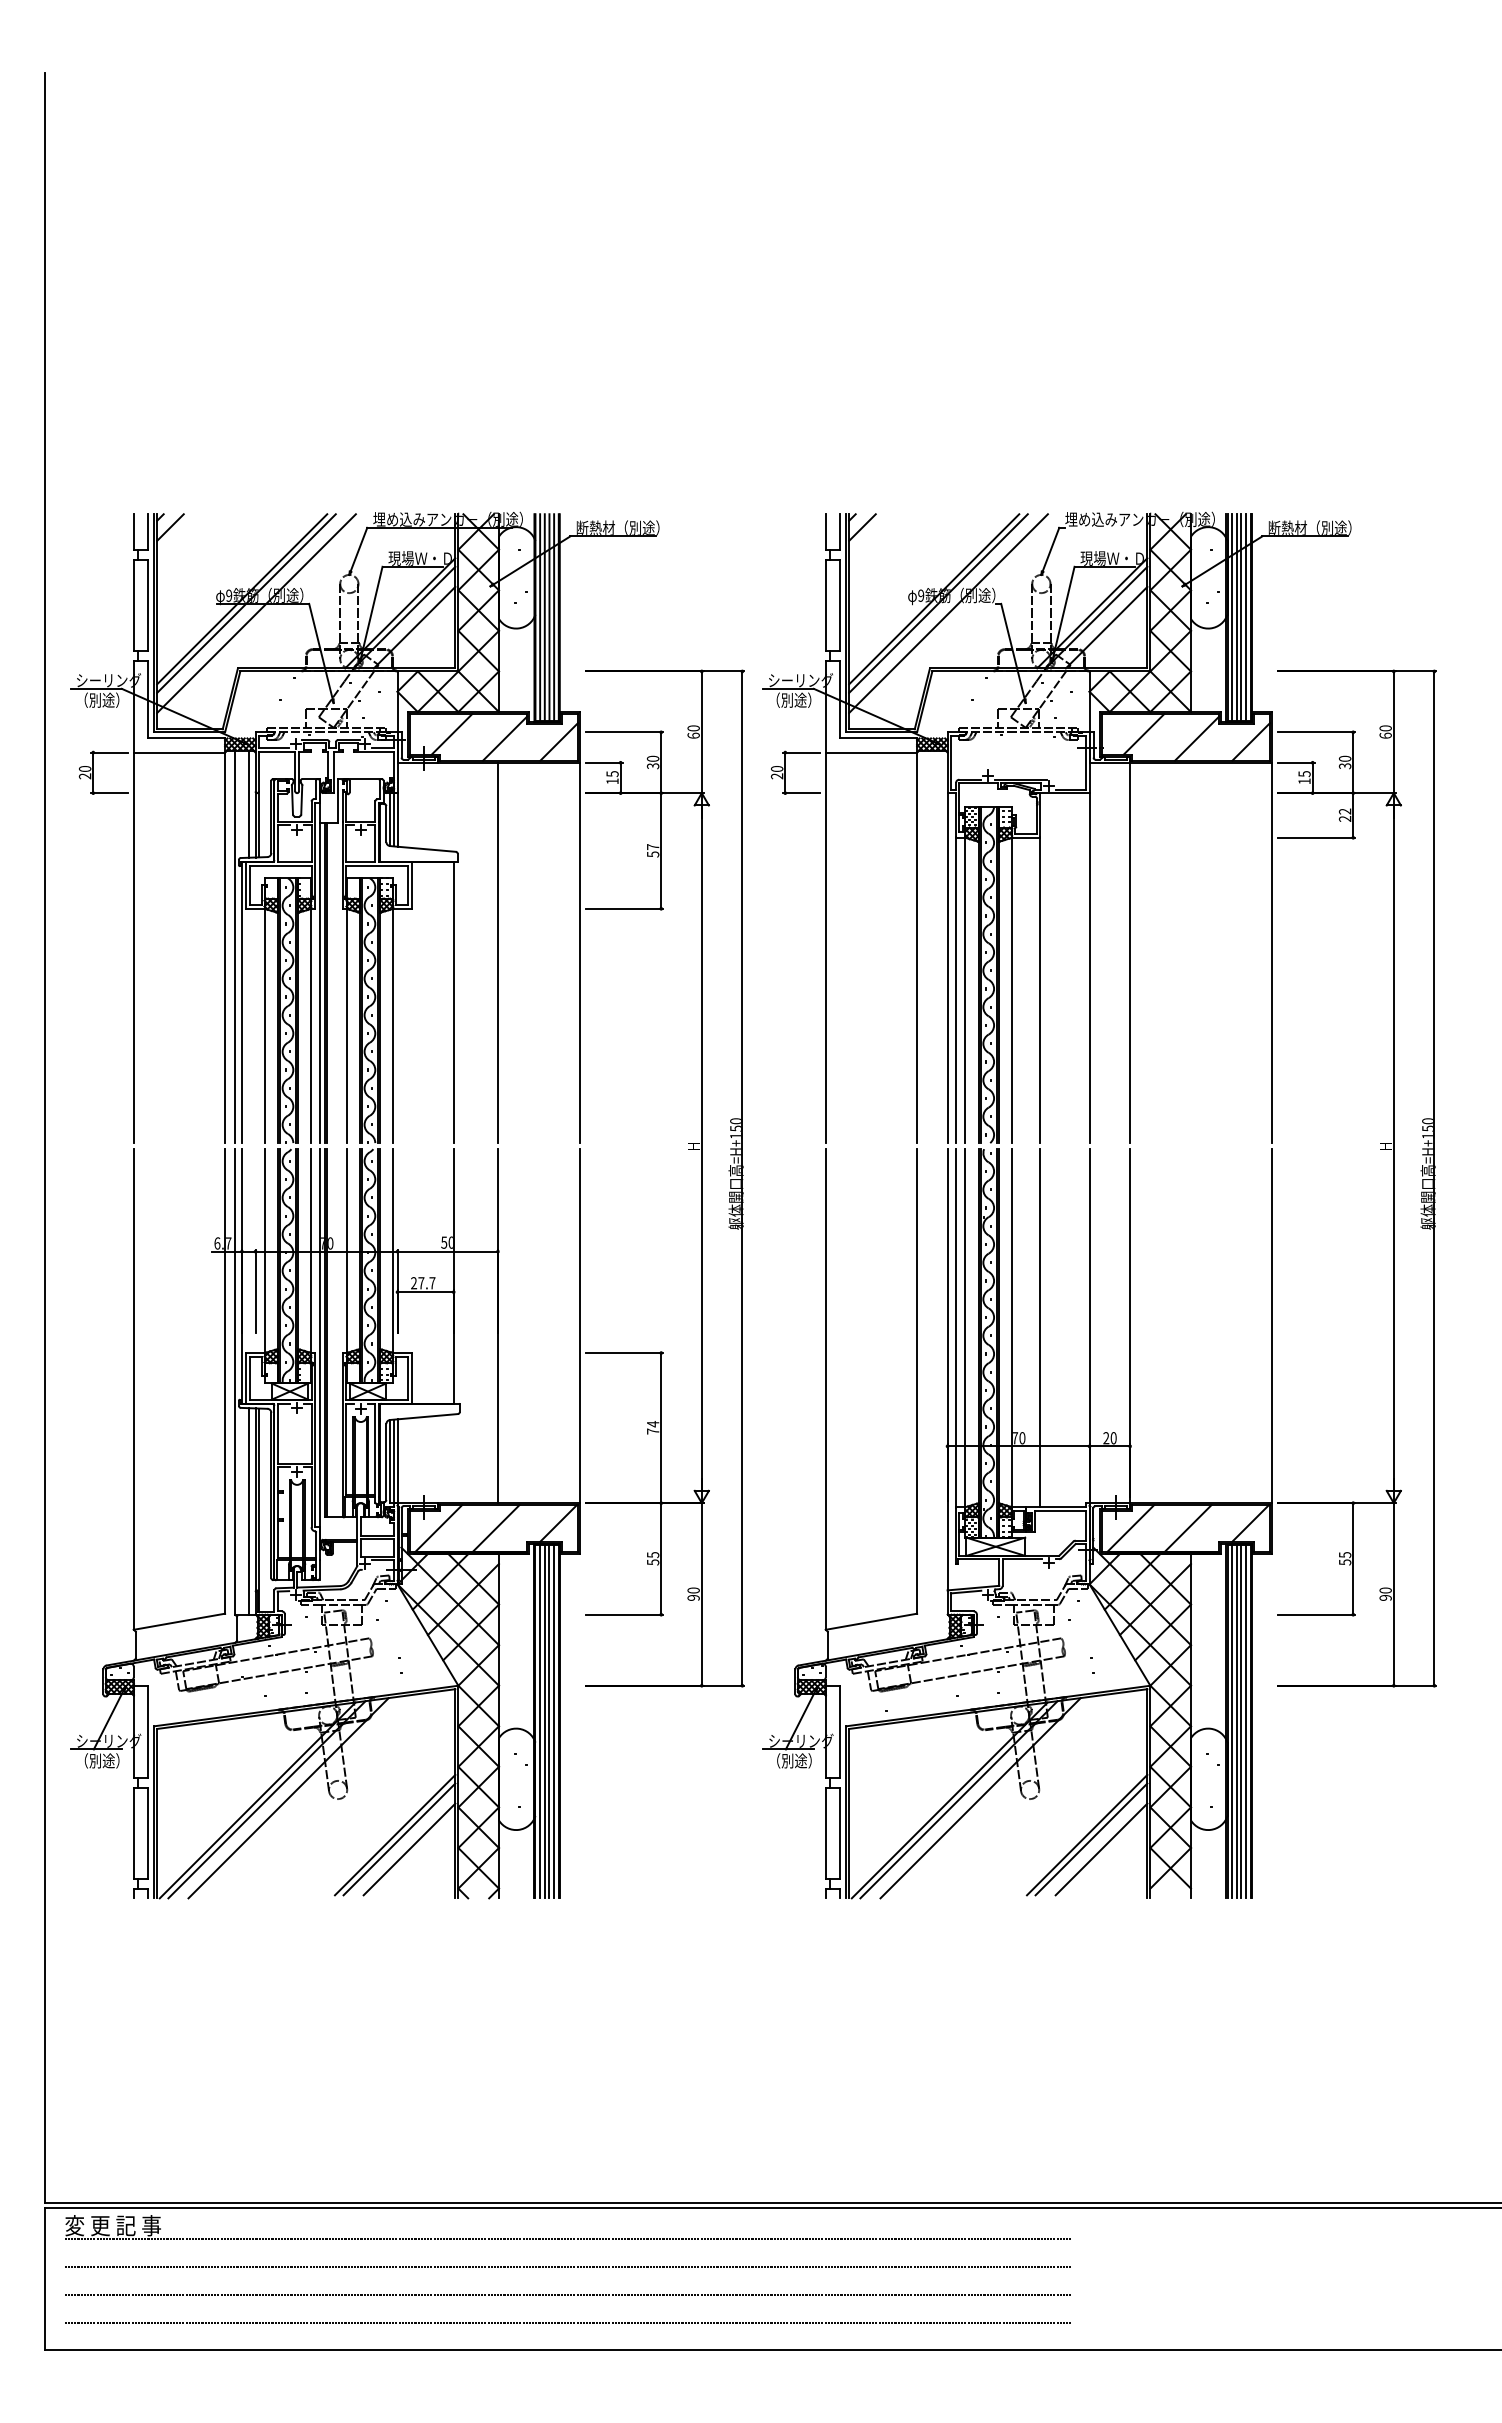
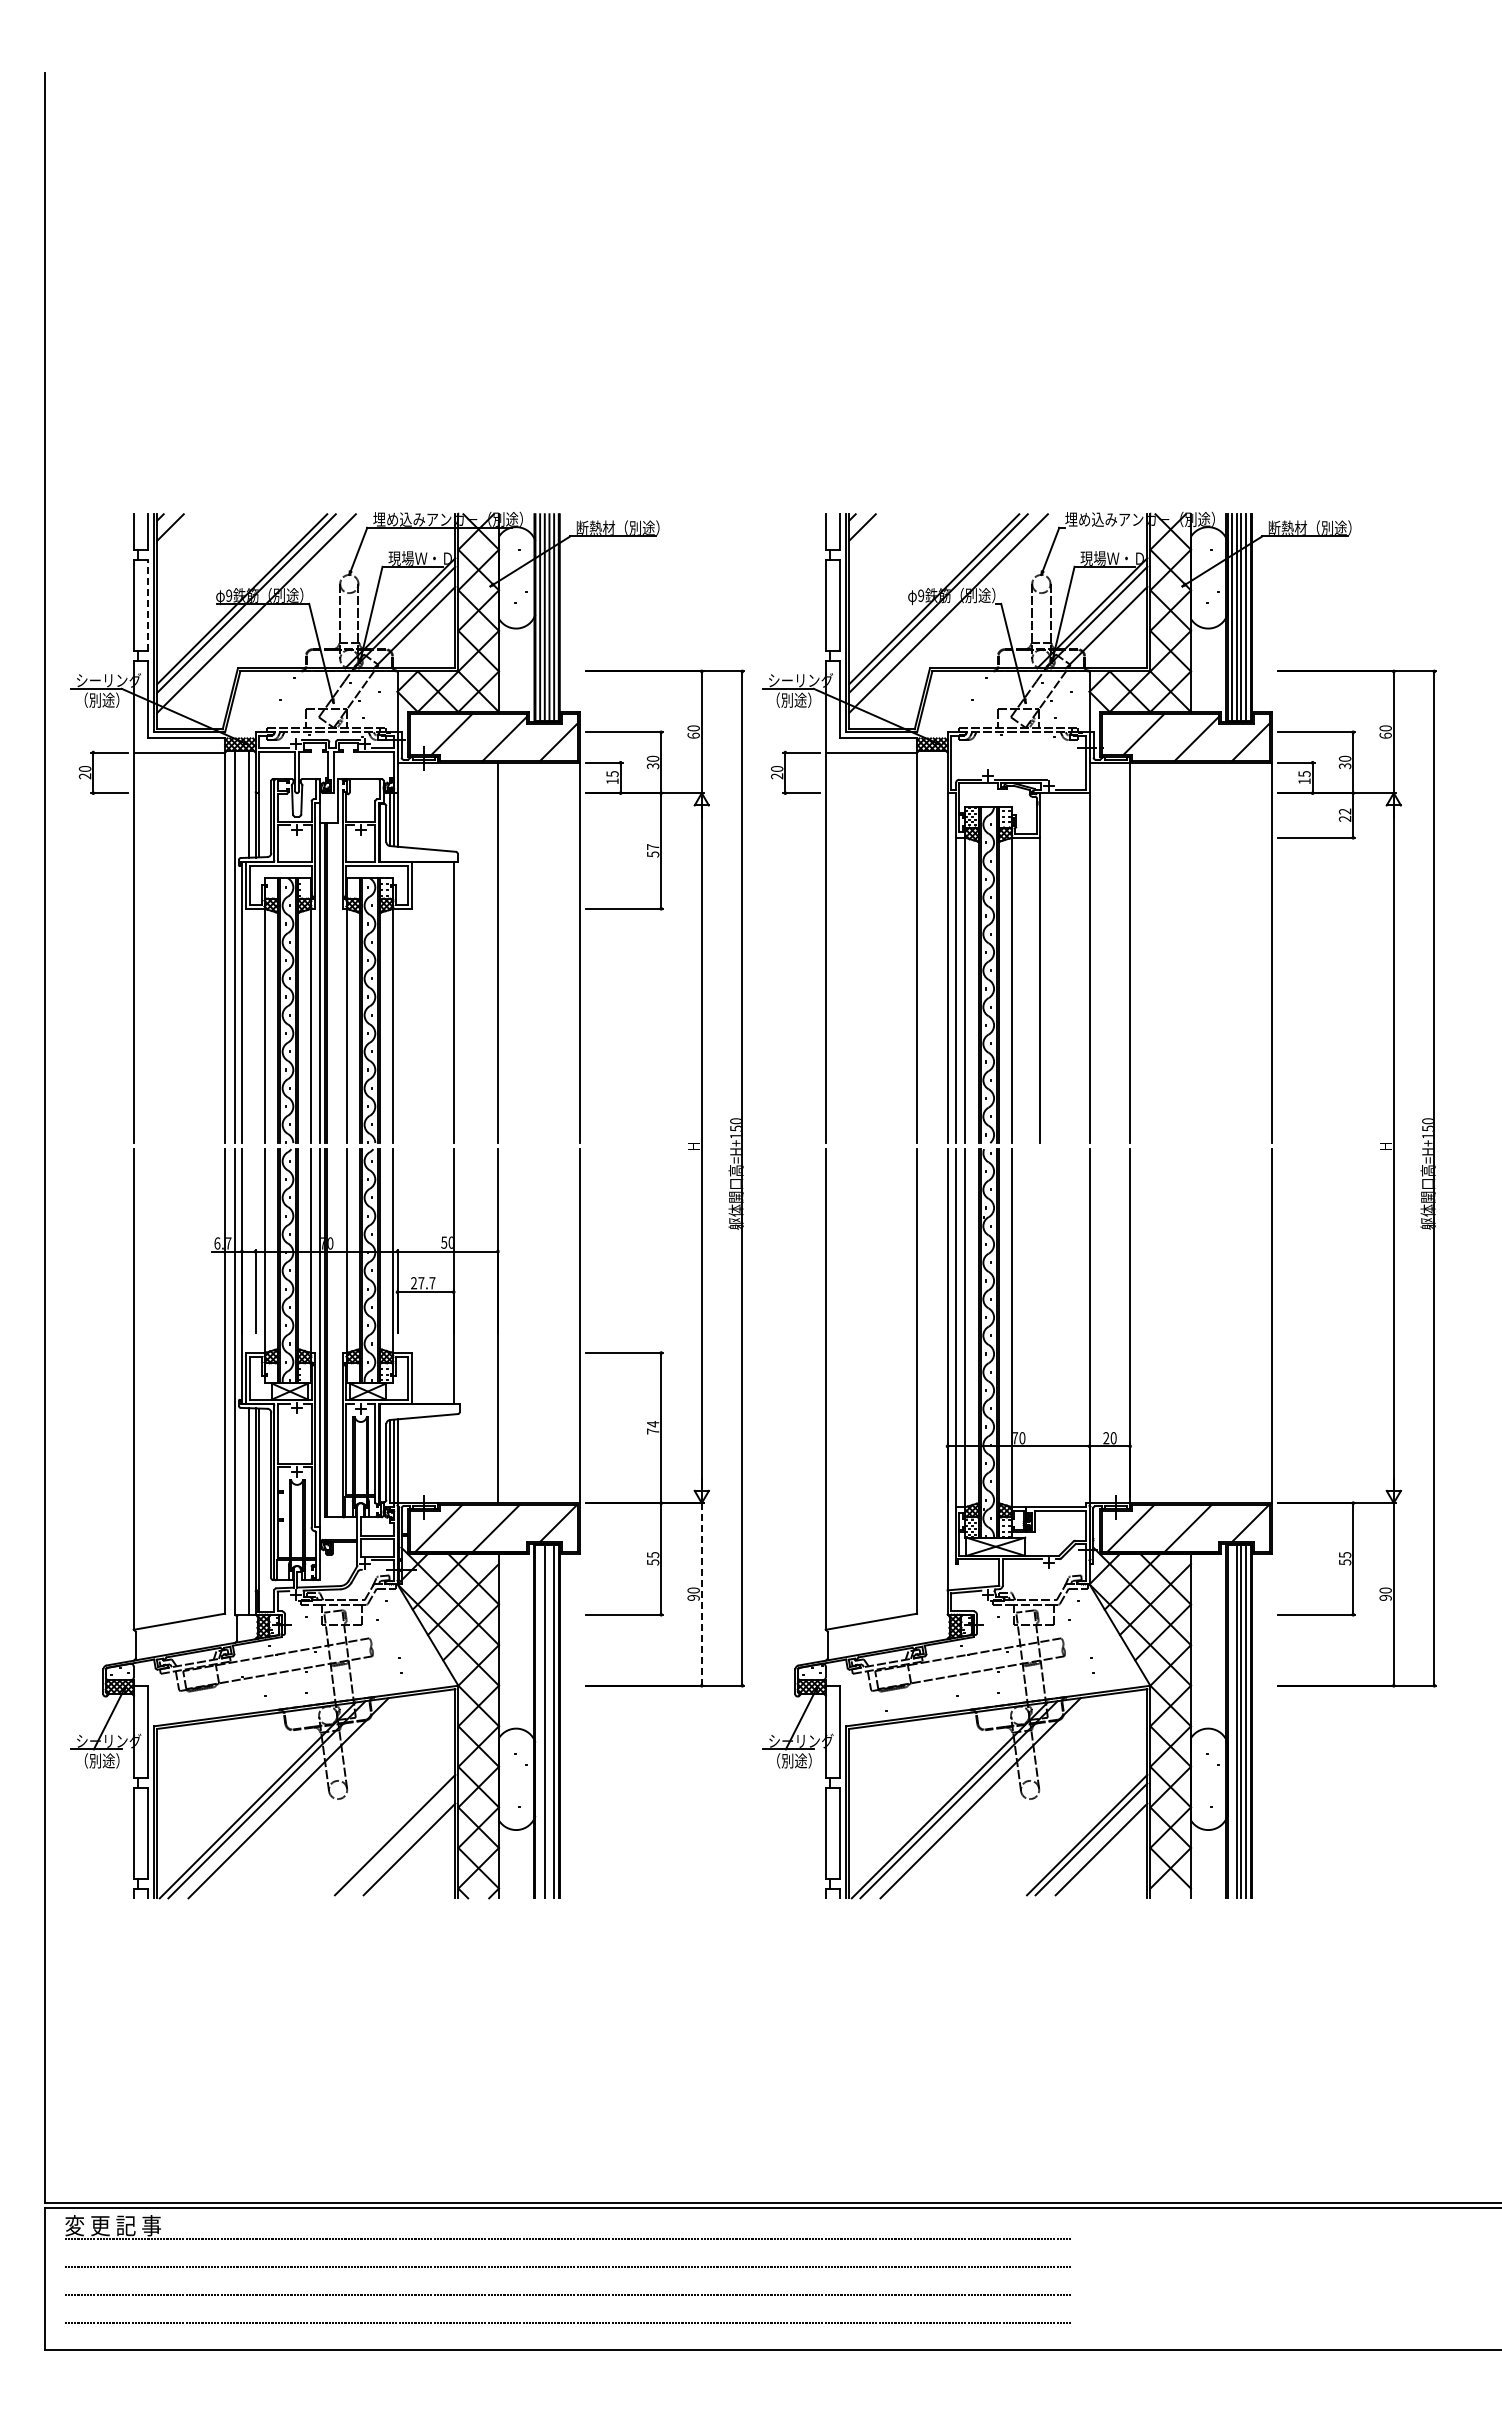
line at (148, 605): solid -> dashed
line at (1040, 1328): present -> none
line at (701, 1594): solid -> dashed
line at (540, 1721): present -> none
line at (549, 1721): present -> none
line at (1232, 1721): present -> none
line at (399, 1839): present -> none
